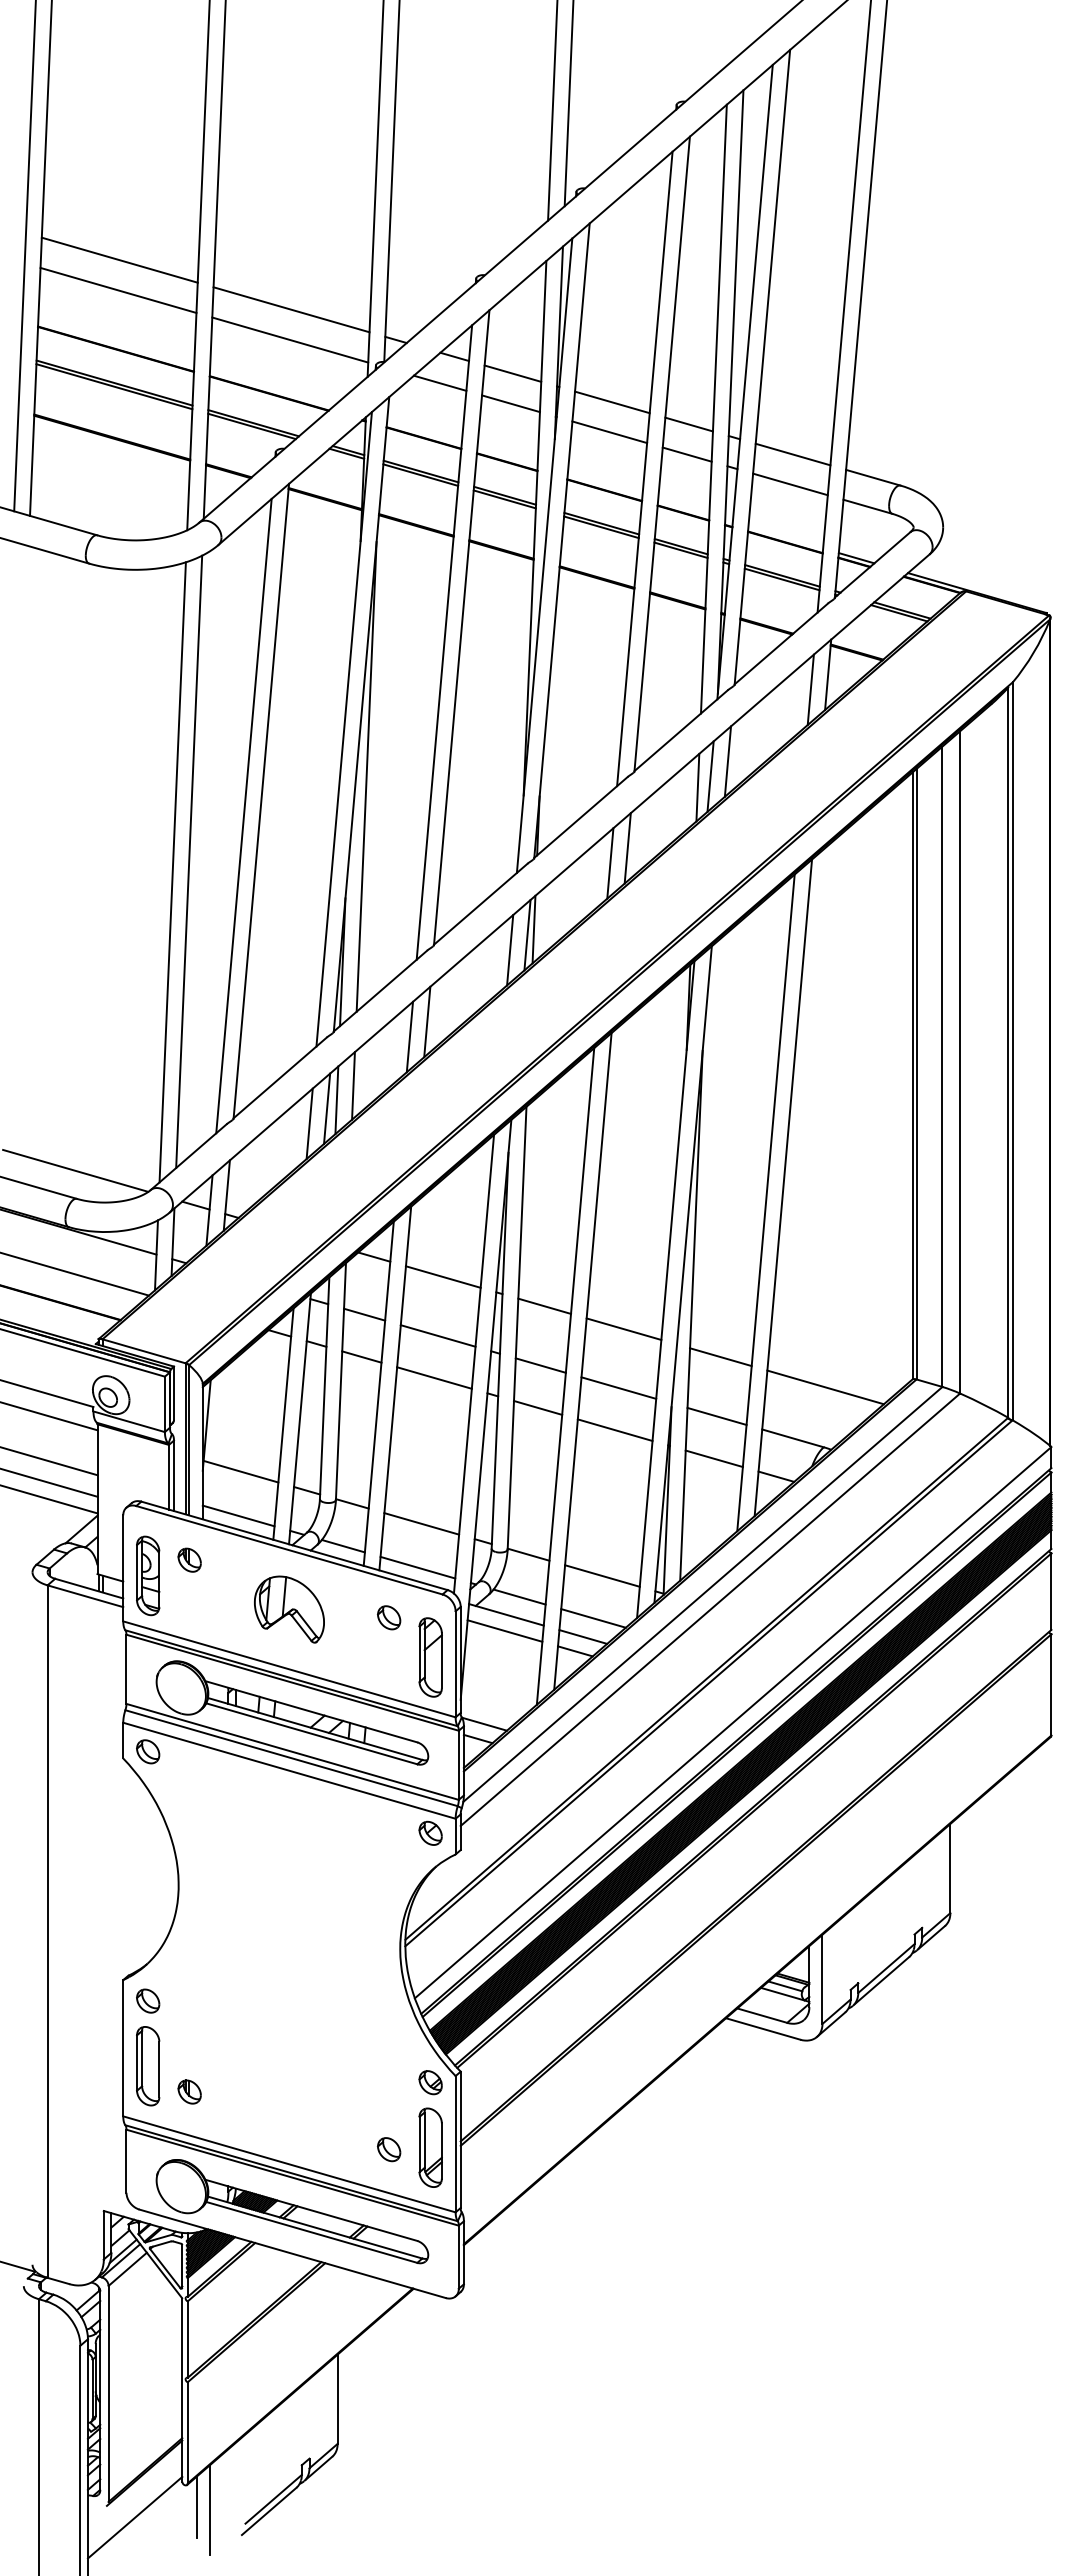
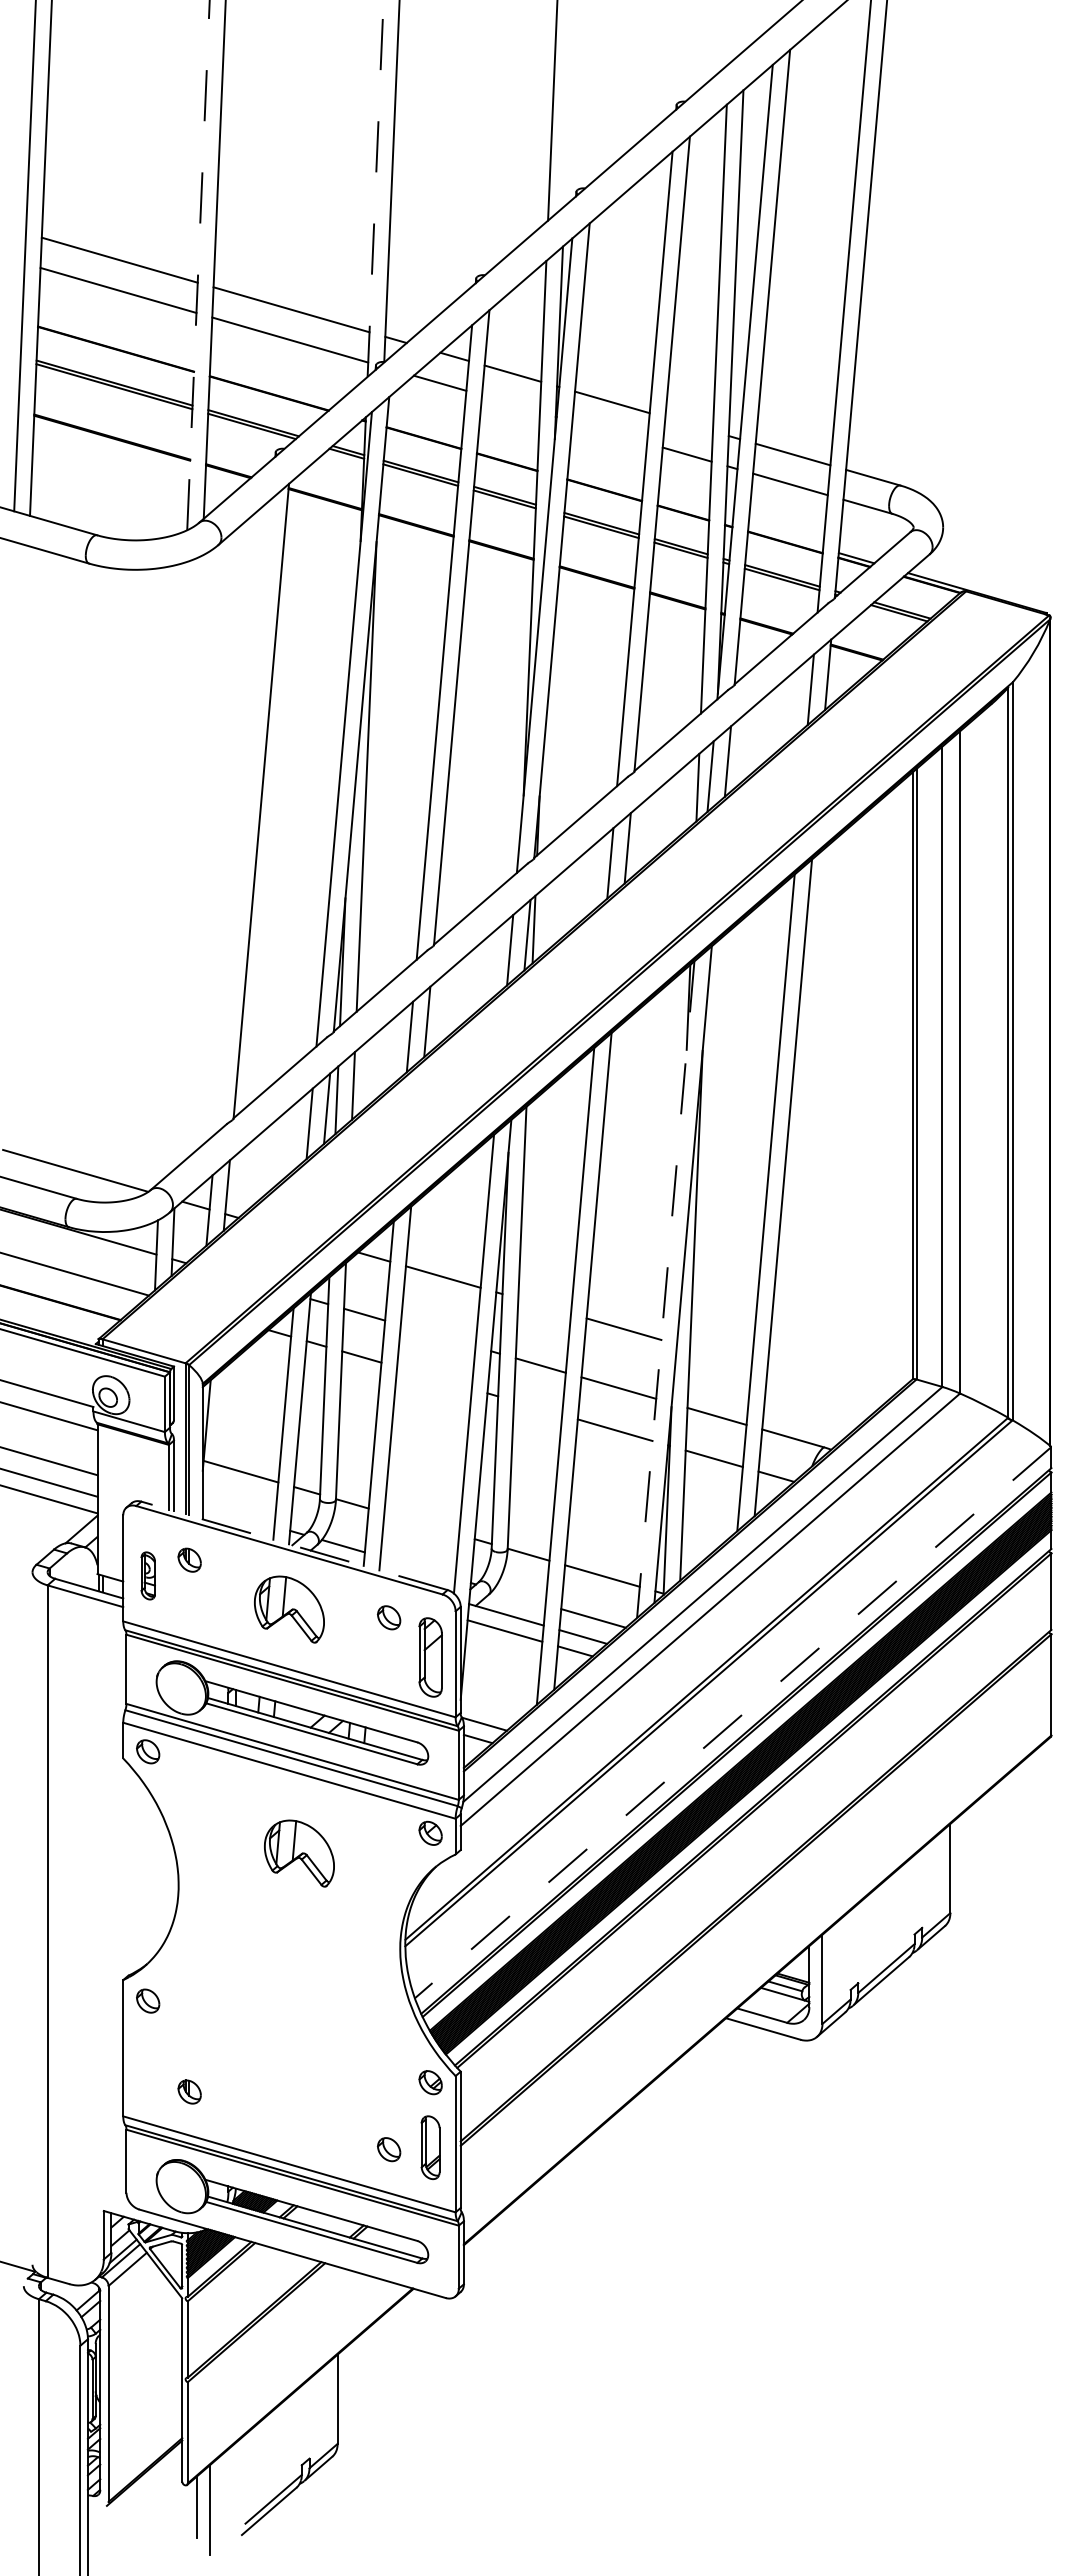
line at (568, 104): present -> none
line at (375, 188): solid -> dashed
line at (198, 264): solid -> dashed
line at (510, 403): present -> none
line at (688, 424): present -> none
line at (609, 432): present -> none
line at (243, 815): present -> none
line at (189, 861): present -> none
line at (172, 872): present -> none
line at (665, 1289): solid -> dashed
line at (544, 1305): present -> none
line at (437, 1335): present -> none
line at (720, 1357): present -> none
line at (434, 1377): present -> none
line at (825, 1387): present -> none
line at (537, 1407): present -> none
line at (238, 1515): present -> none
line at (421, 1523): present -> none
line at (294, 1545): solid -> dashed
line at (417, 1567): present -> none
part at (148, 1575) size: 25x82 px -> 16x50 px
line at (519, 1596): present -> none
line at (732, 1722): solid -> dashed
part at (299, 1853): none -> present
part at (148, 2066): present -> none
part at (430, 2147) size: 25x81 px -> 21x66 px
line at (134, 2517): present -> none
